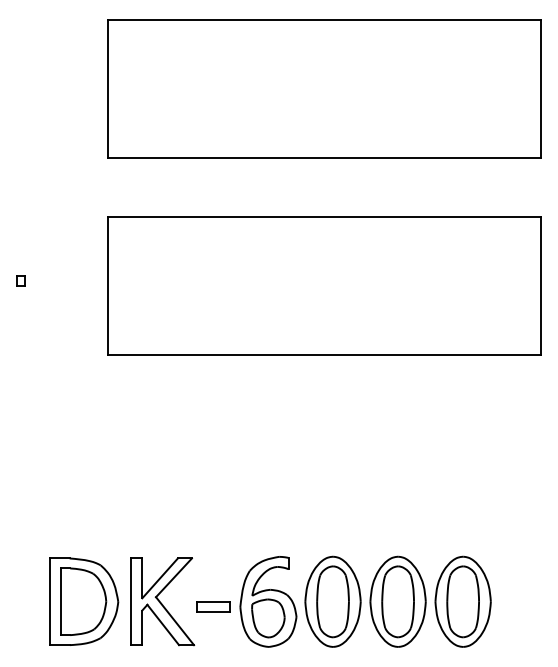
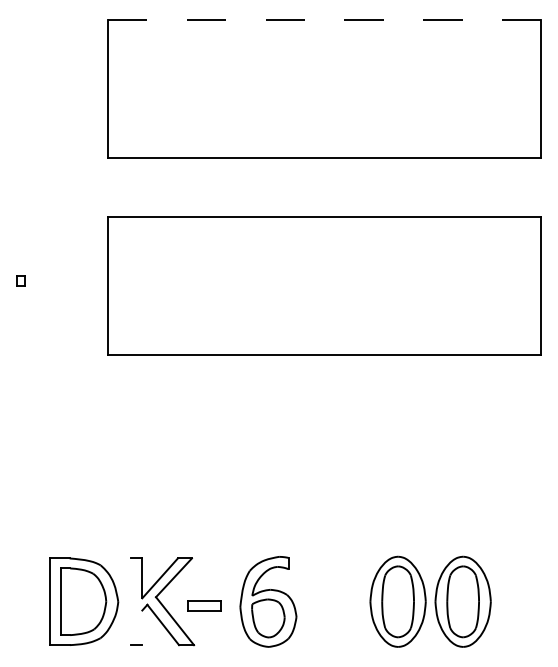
line at (324, 20): solid -> dashed
line at (130, 601): present -> none
part at (332, 601): present -> none
part at (213, 606) position: (213, 606) -> (204, 605)
line at (142, 627): present -> none
